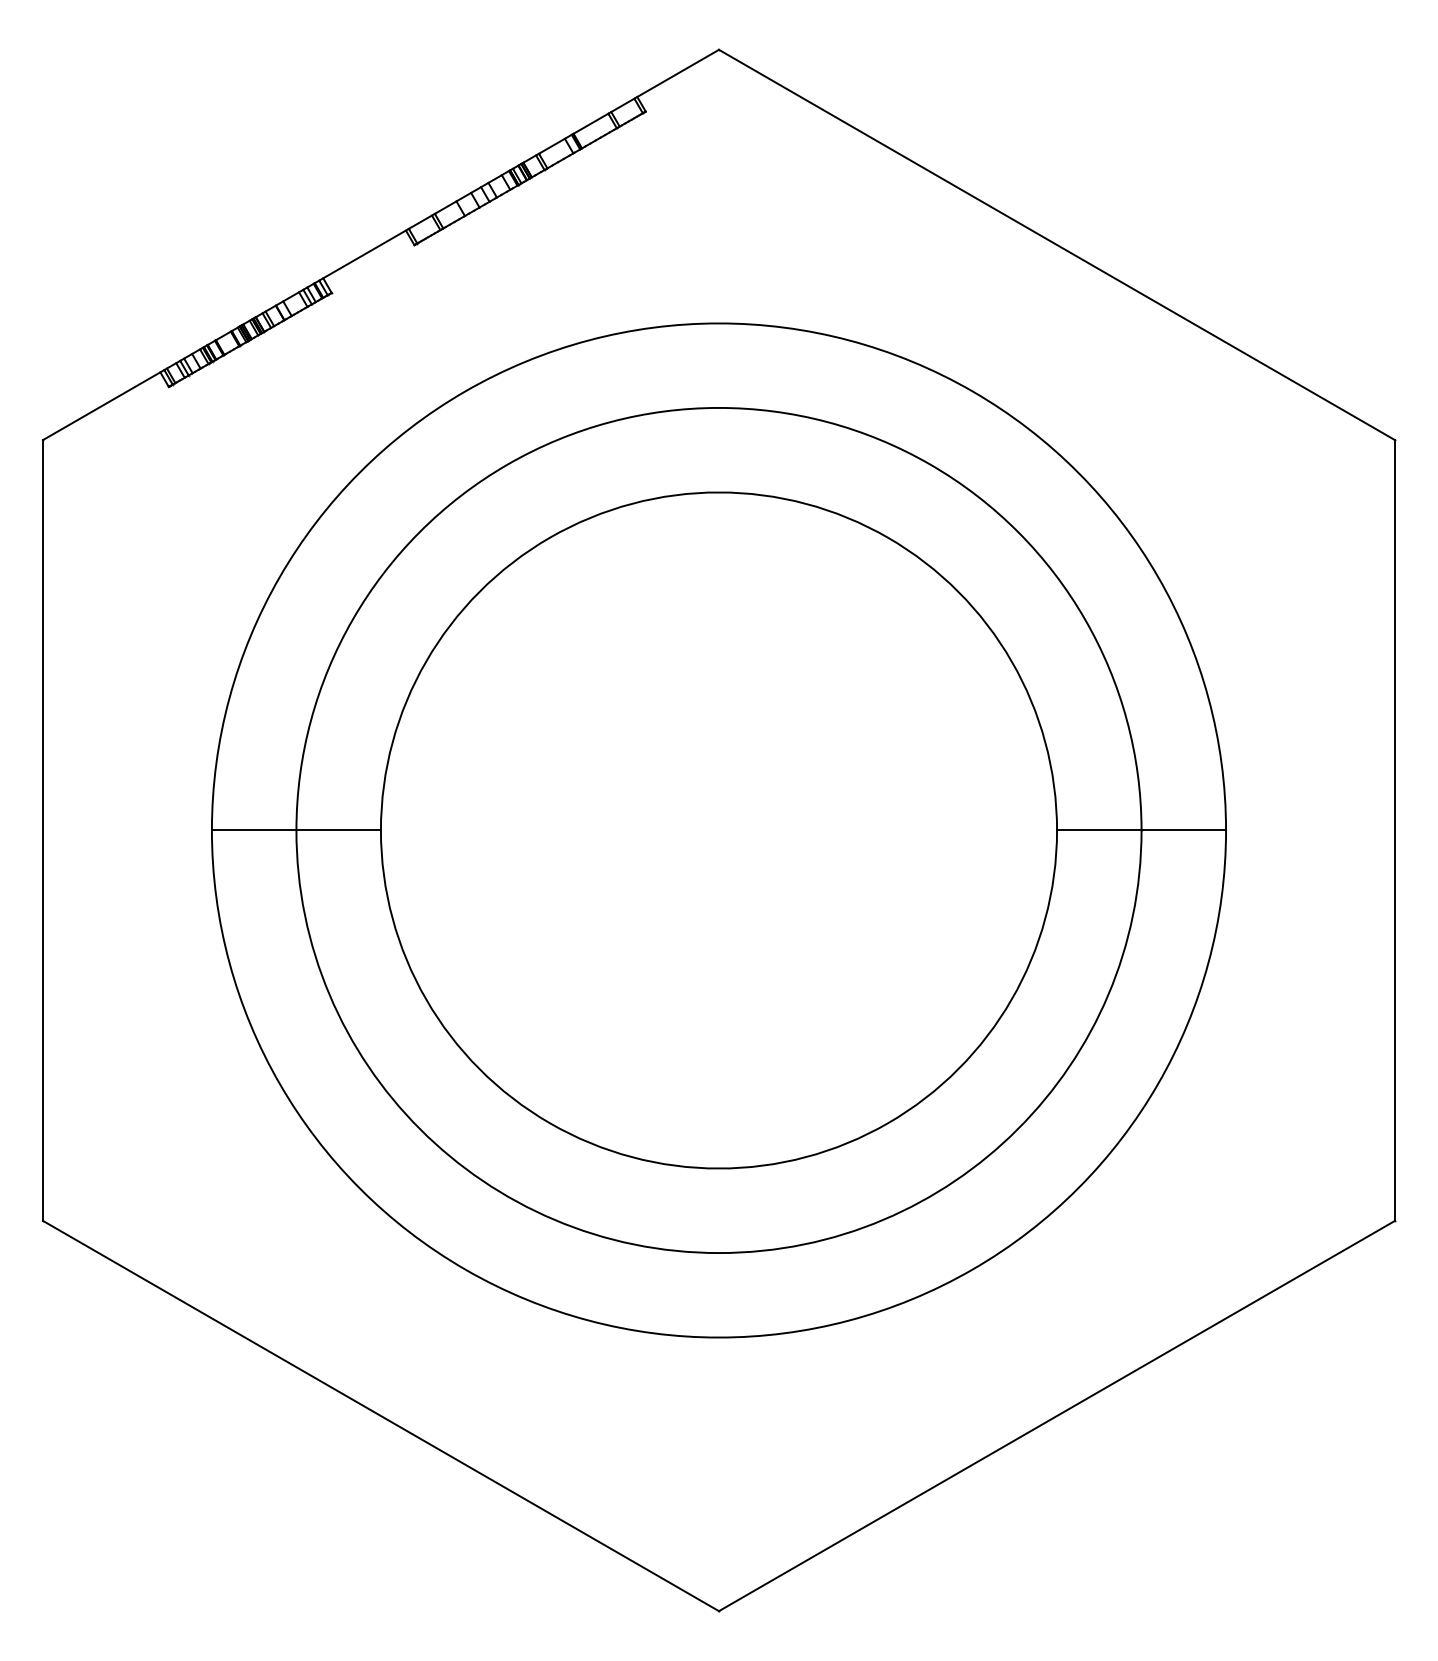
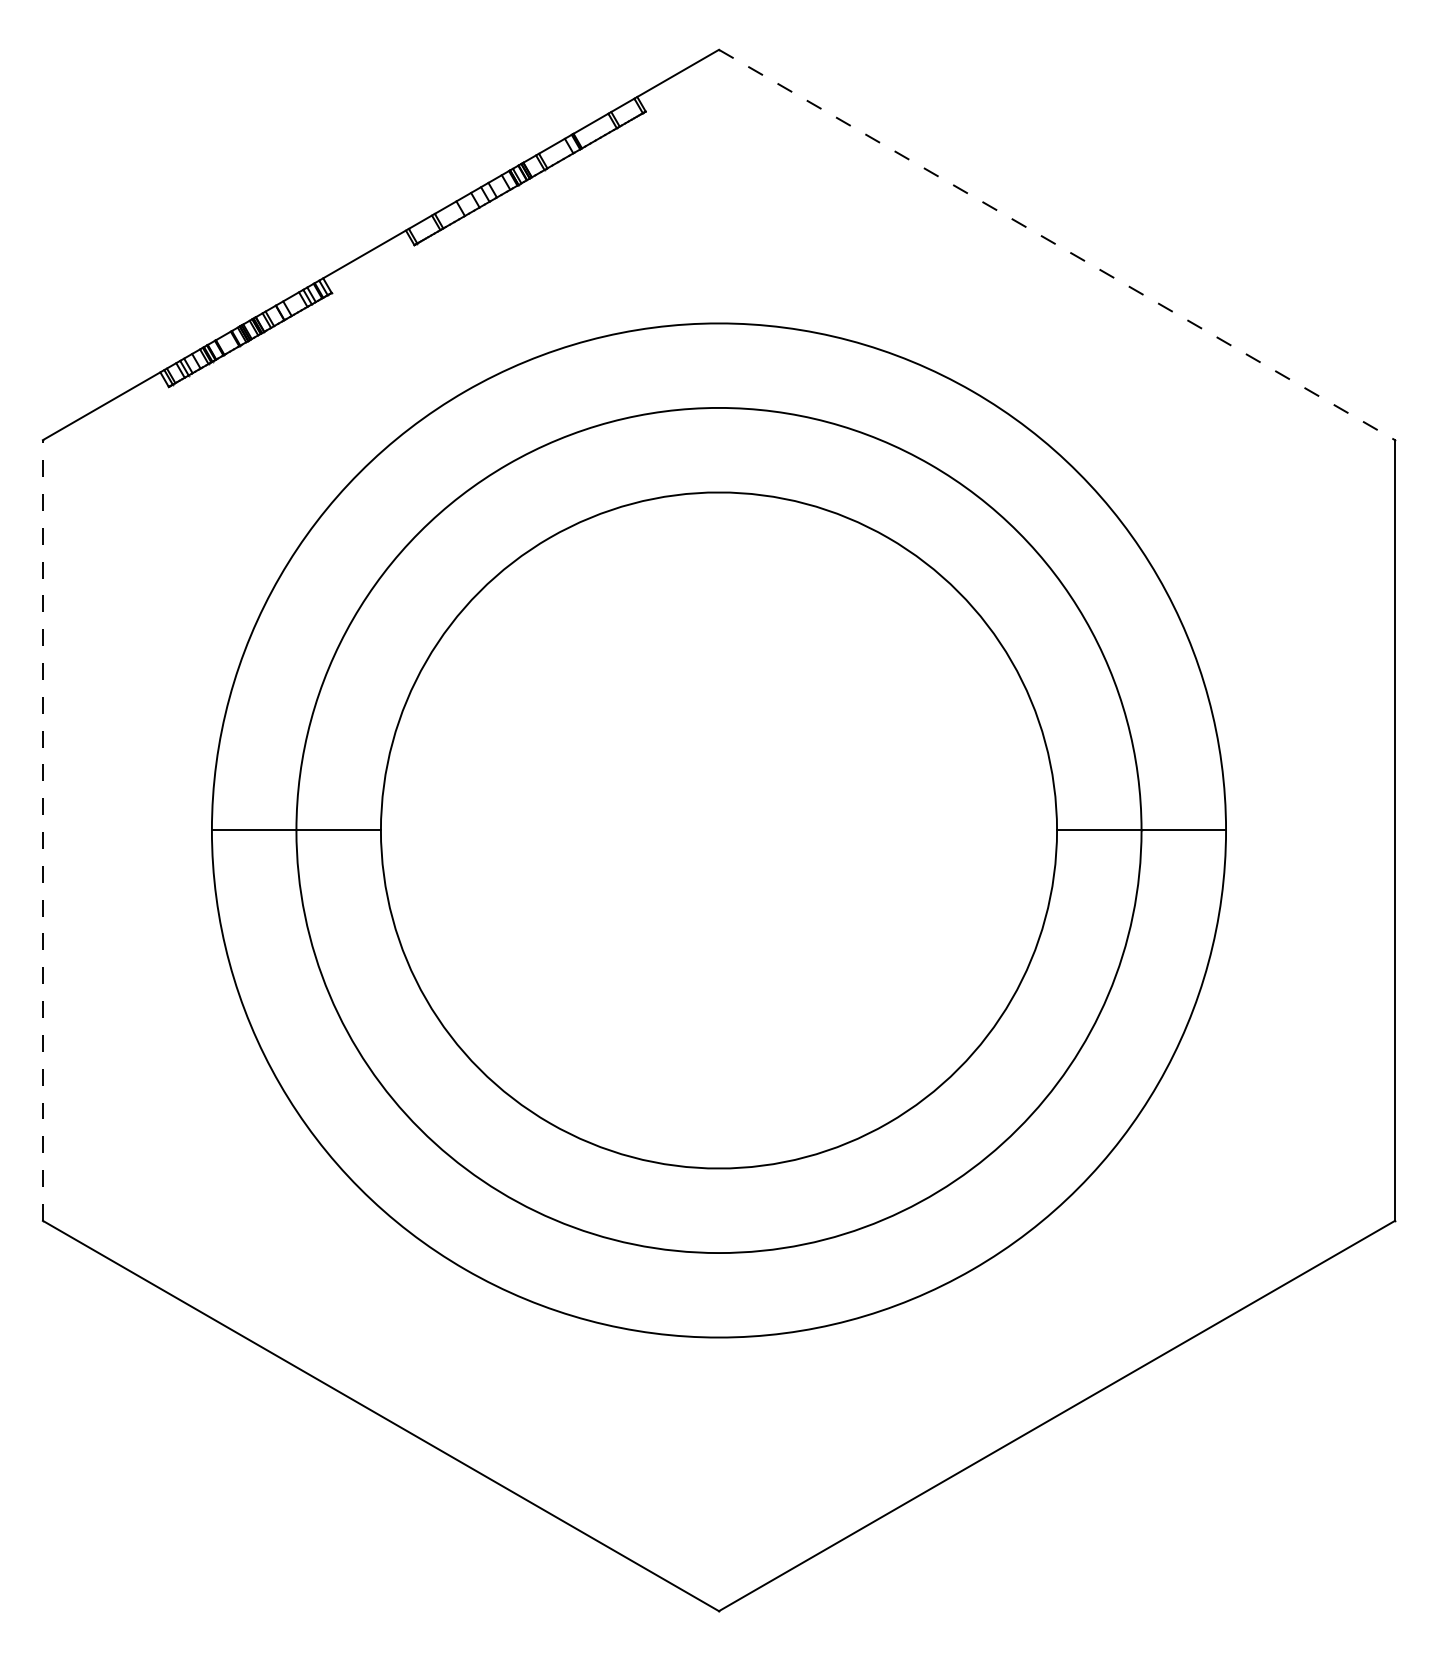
line at (1057, 245): solid -> dashed
line at (42, 830): solid -> dashed
